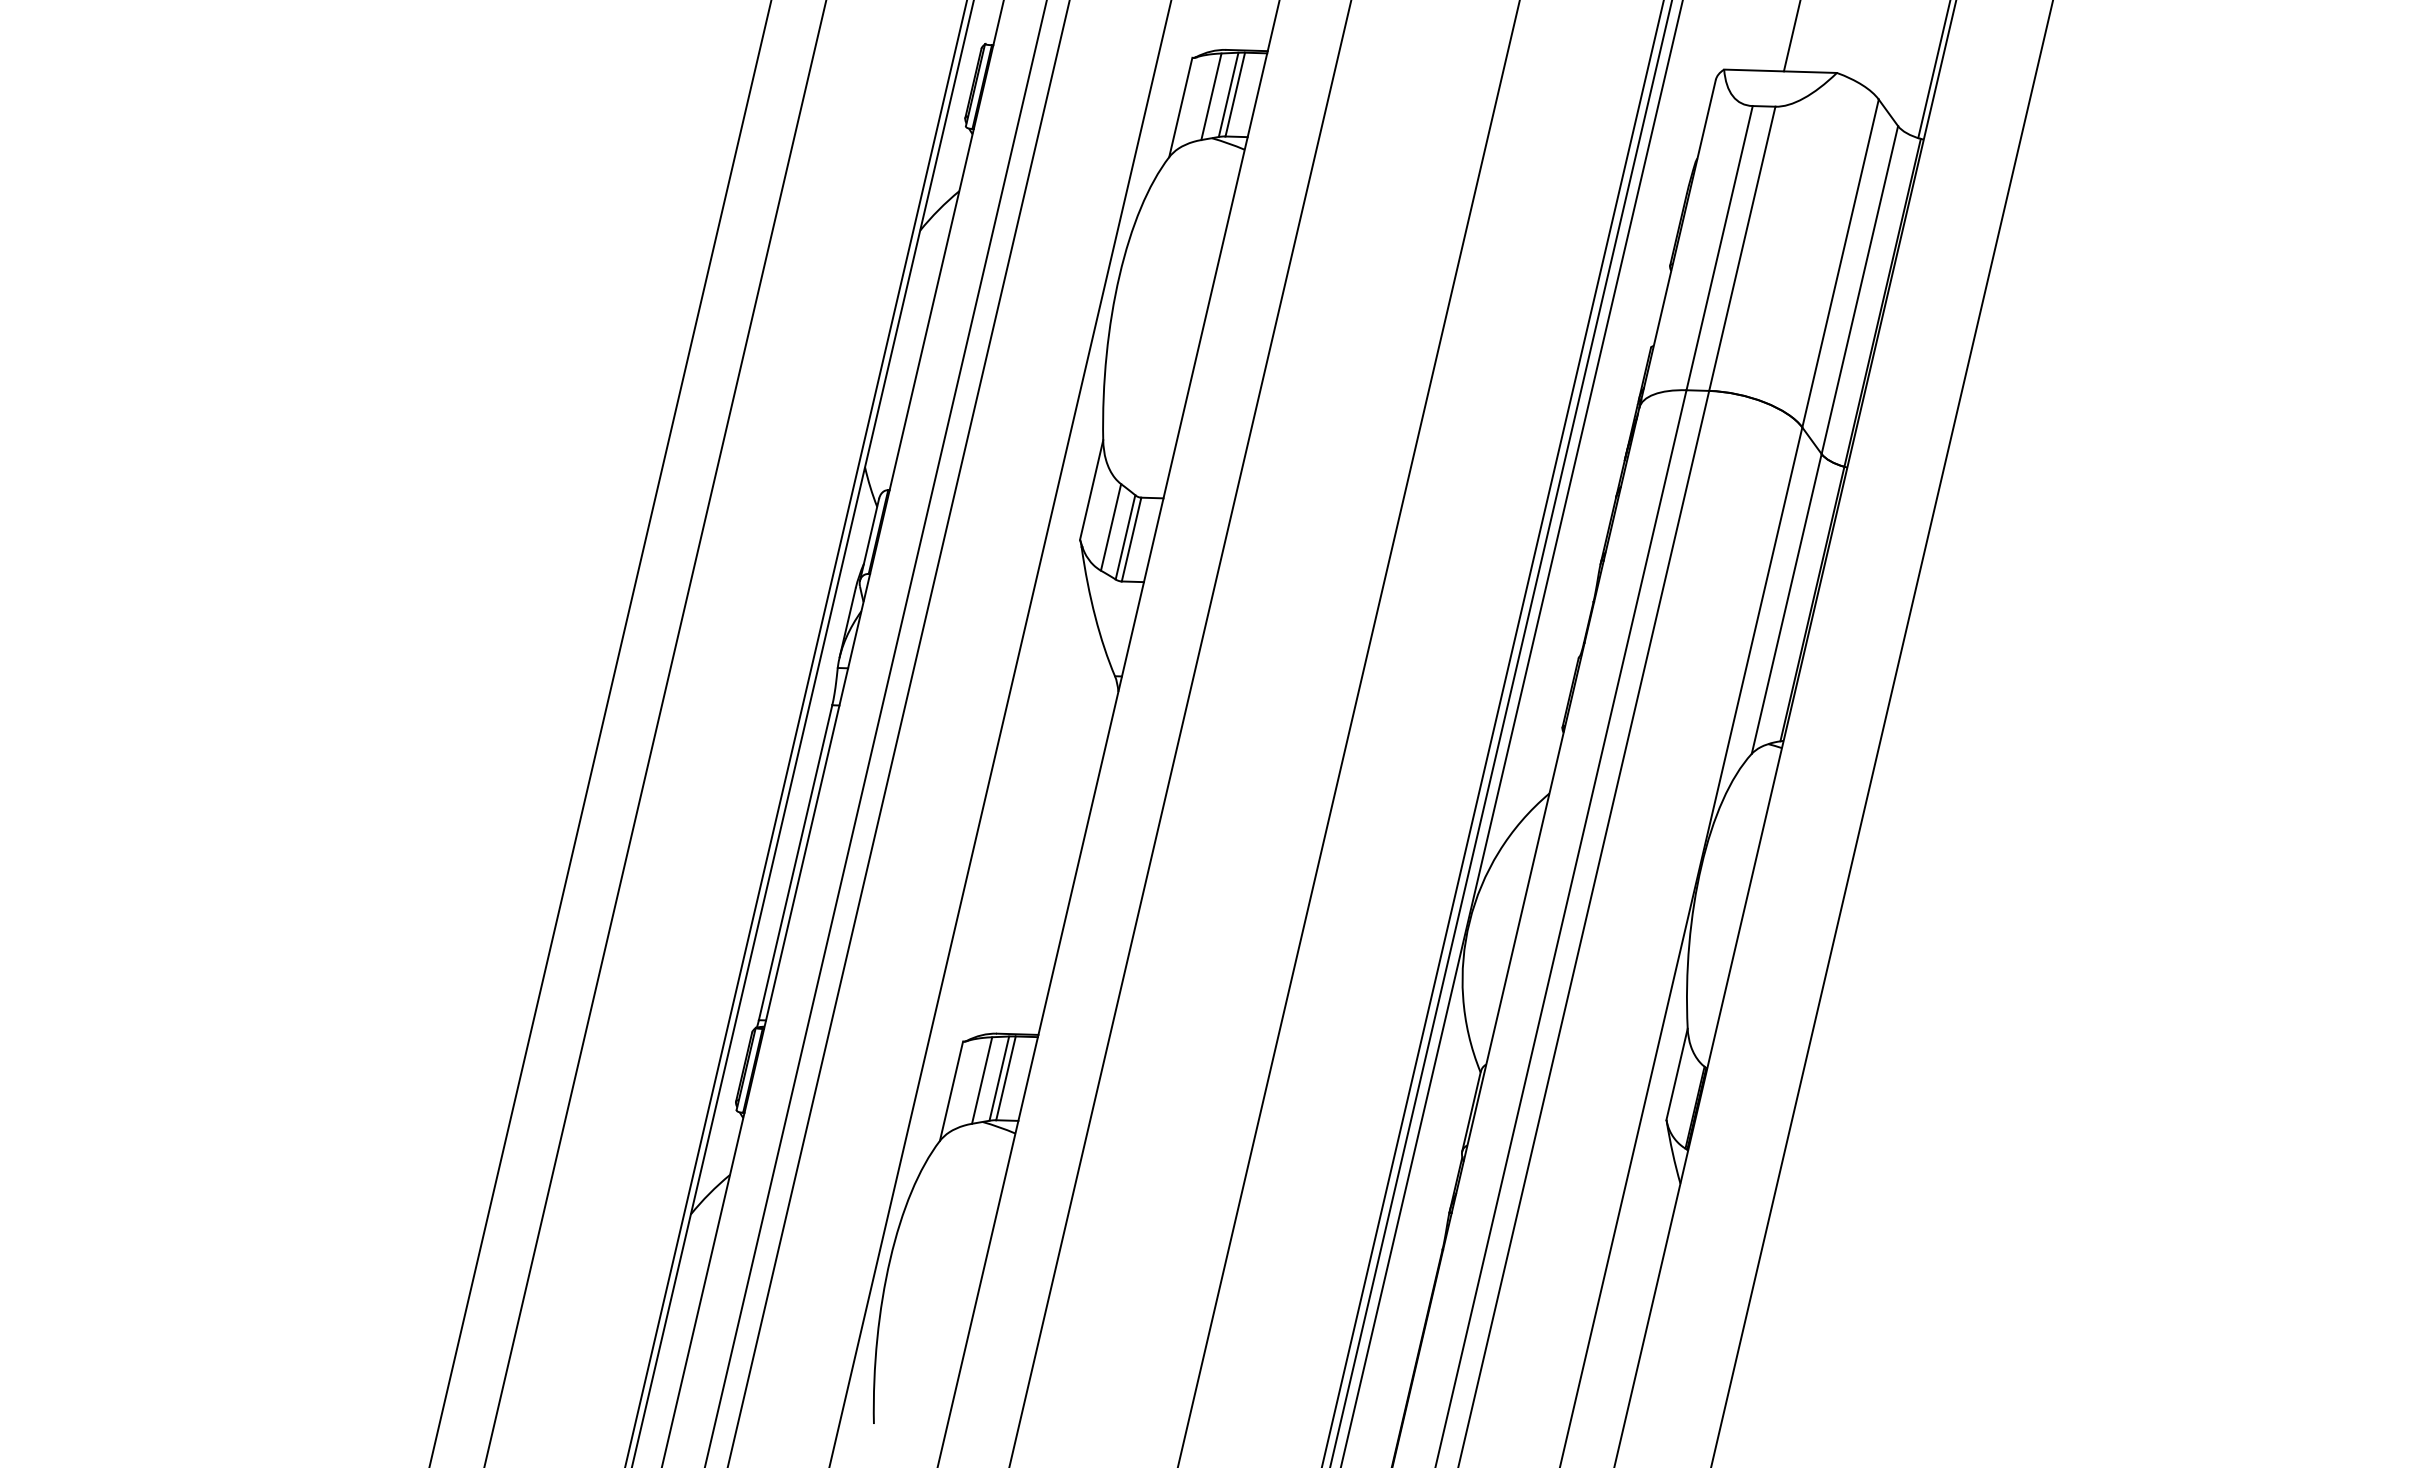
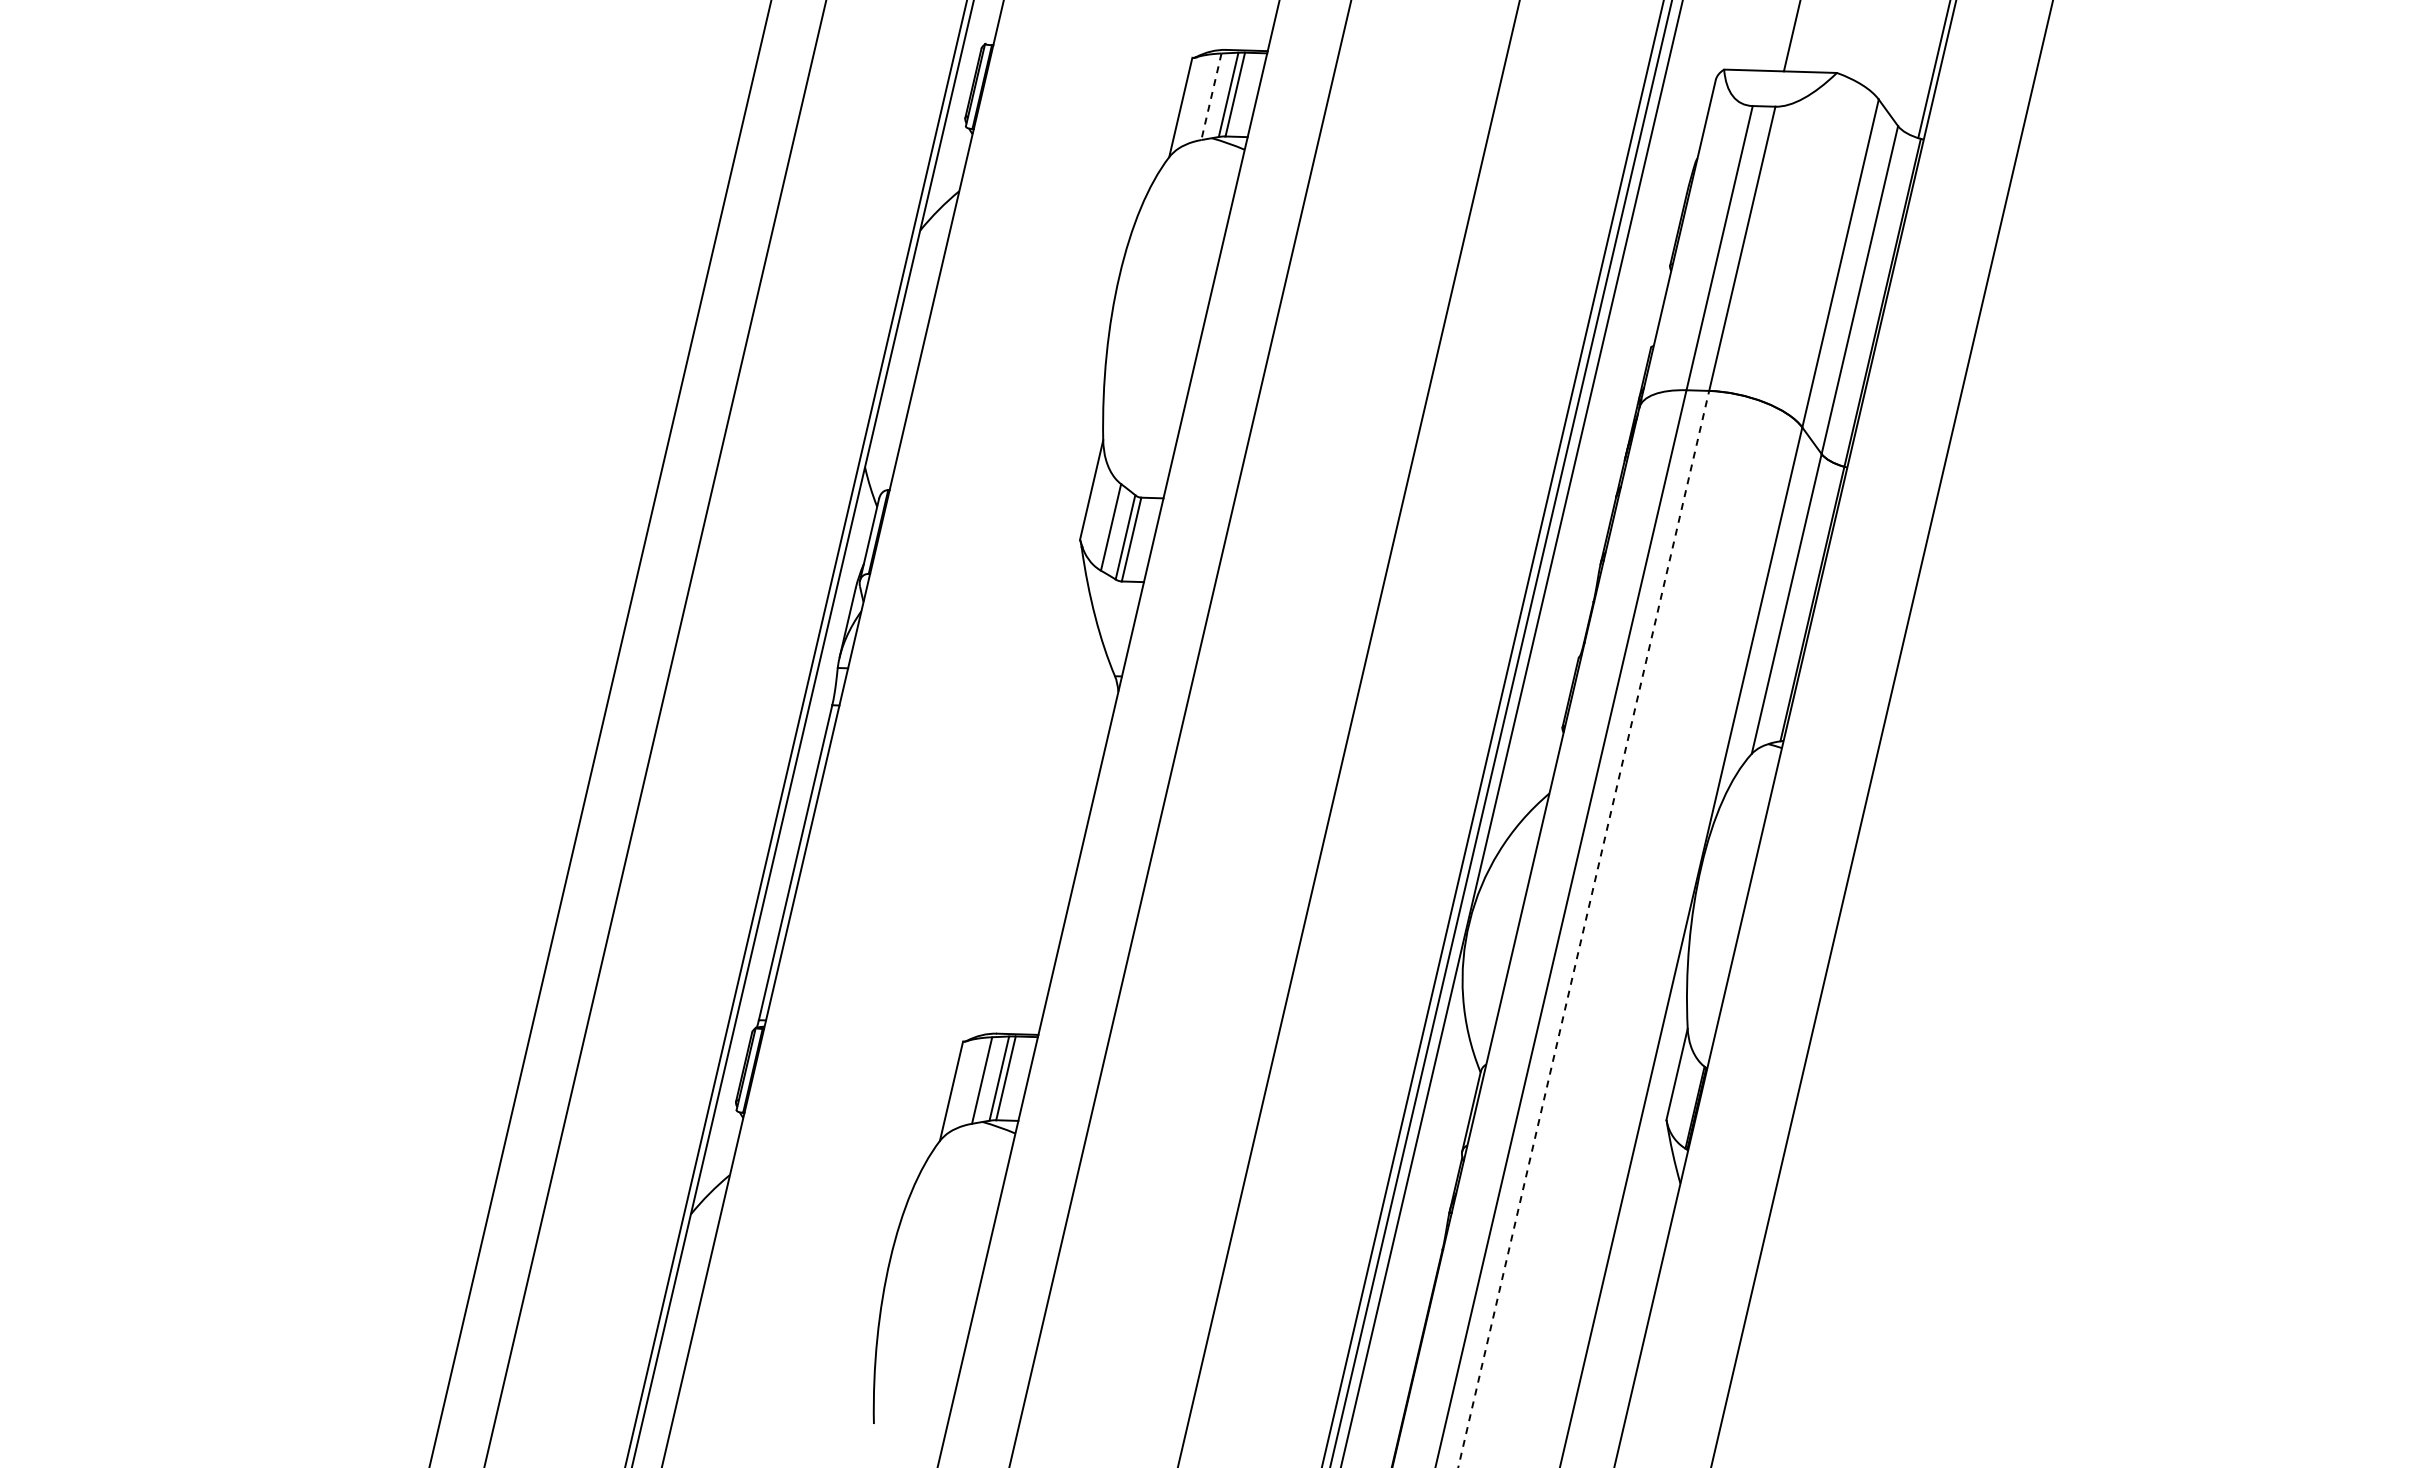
line at (1211, 97): solid -> dashed
line at (875, 733): present -> none
line at (898, 733): present -> none
line at (1000, 733): present -> none
line at (1583, 929): solid -> dashed
